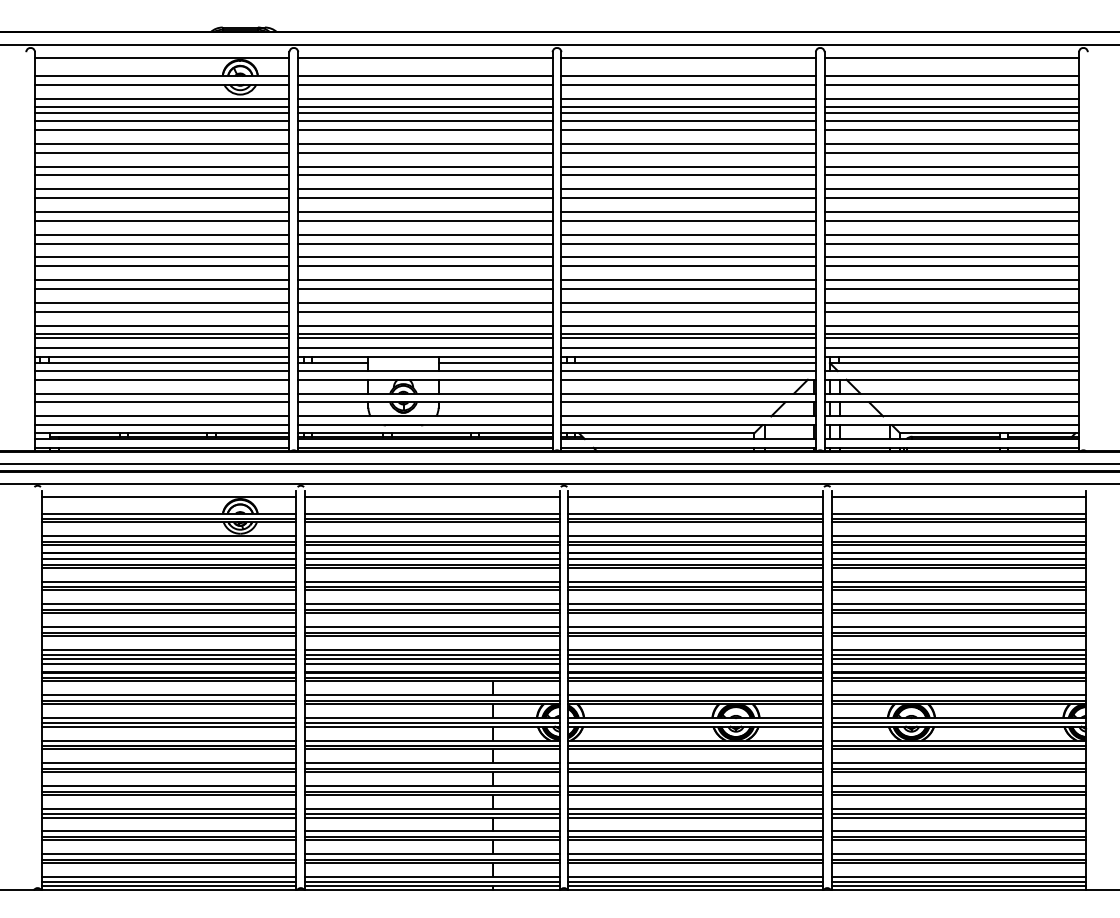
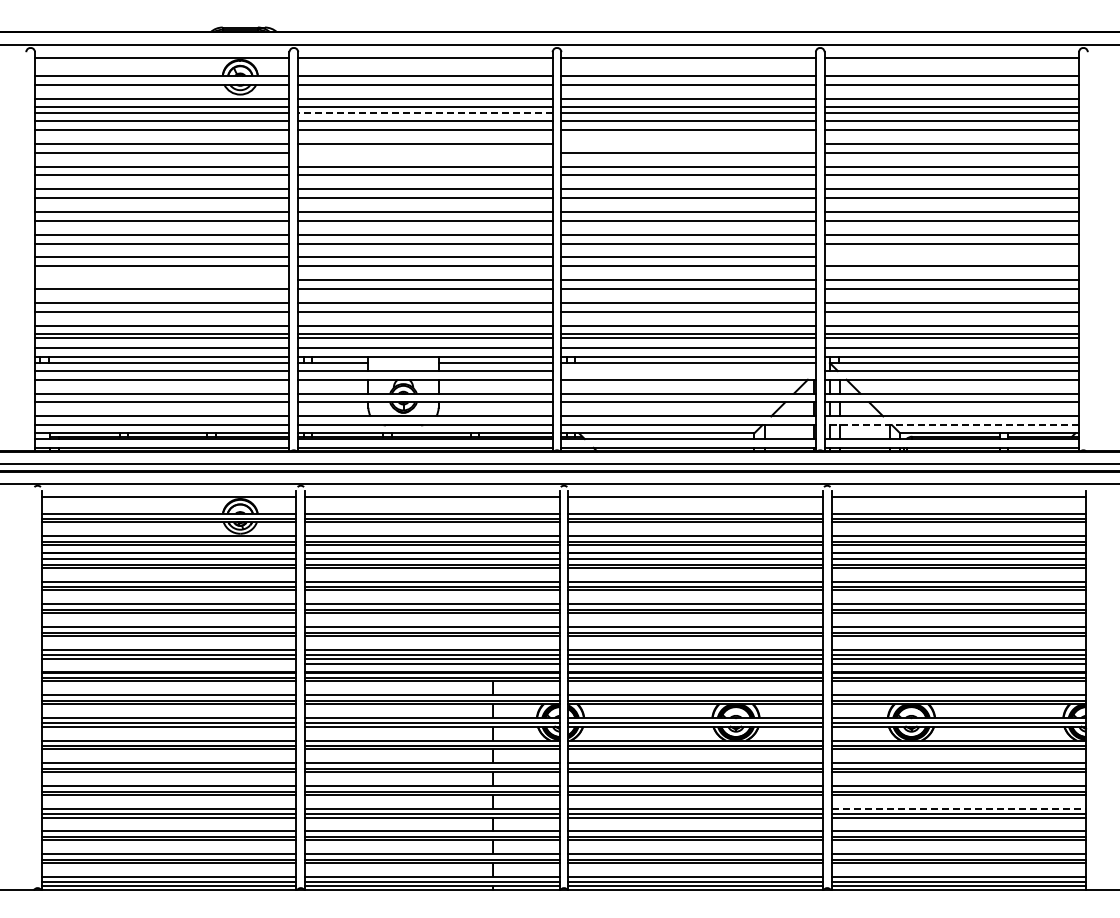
line at (424, 113): solid -> dashed
line at (688, 143): present -> none
line at (425, 152): present -> none
line at (951, 257): present -> none
line at (162, 280): present -> none
line at (688, 370): present -> none
line at (951, 425): solid -> dashed
line at (169, 664): present -> none
line at (959, 808): solid -> dashed
